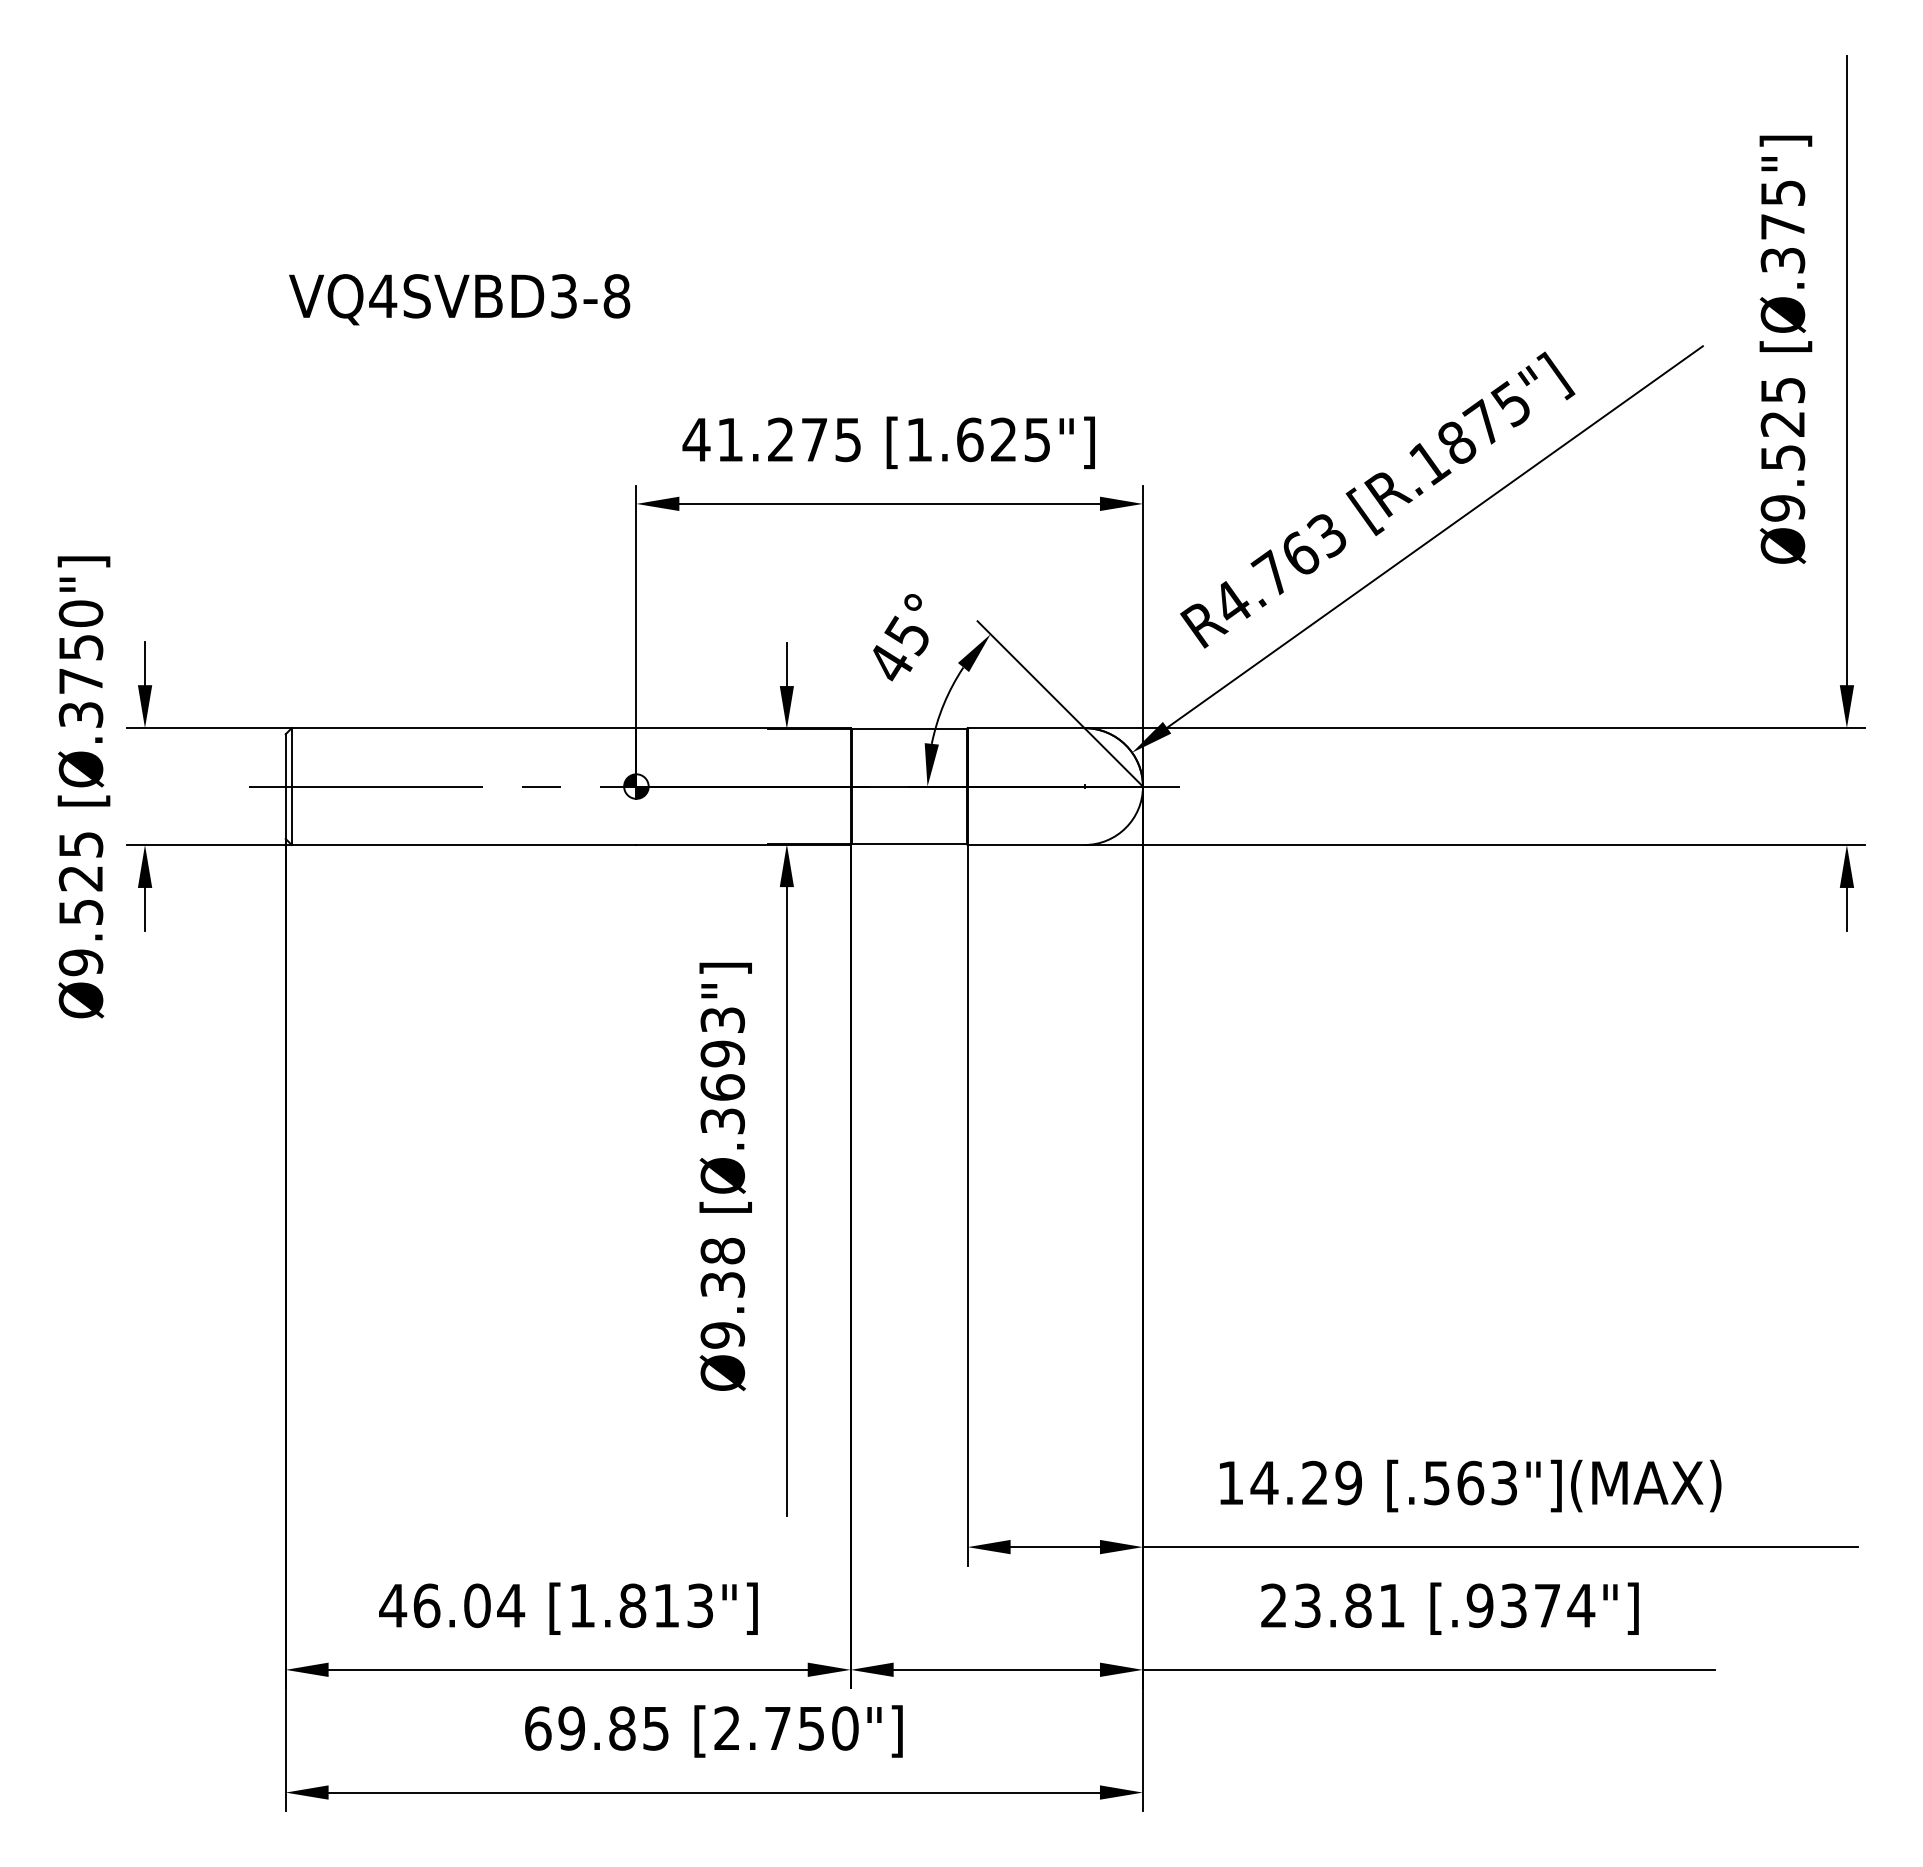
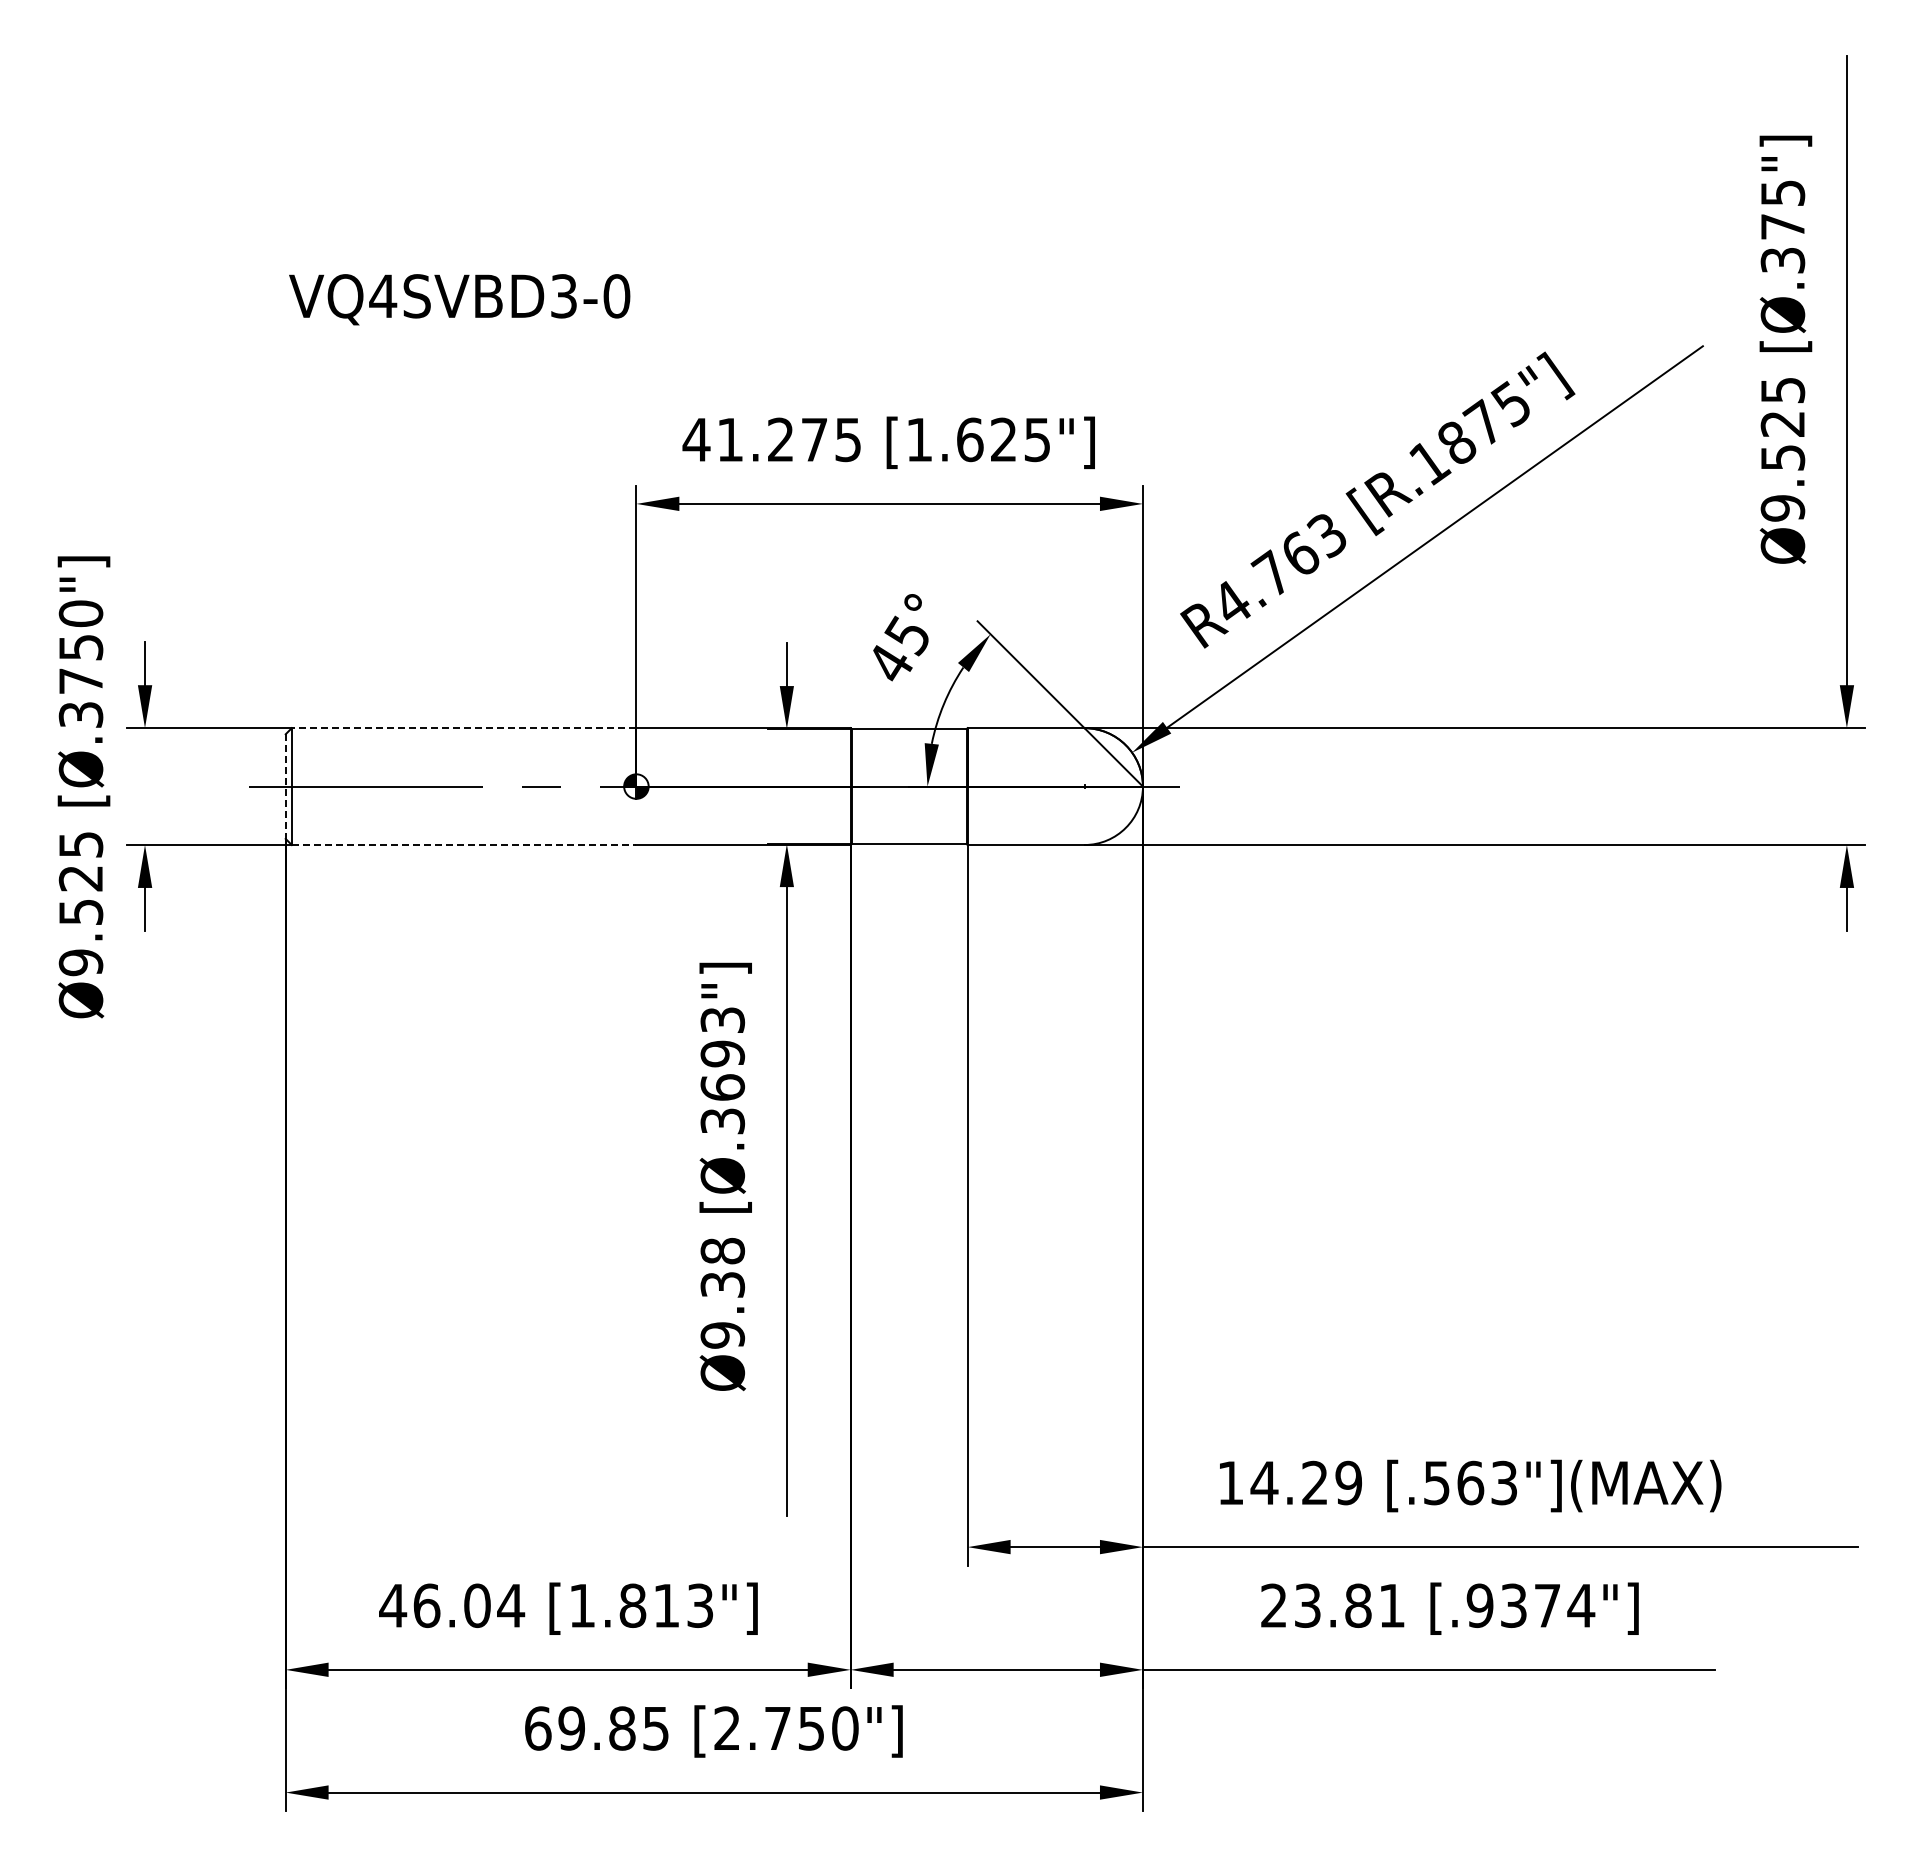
text at (616, 296): VQ4SVBD3-8 -> VQ4SVBD3-0
line at (463, 728): solid -> dashed
line at (285, 787): solid -> dashed
line at (464, 845): solid -> dashed
